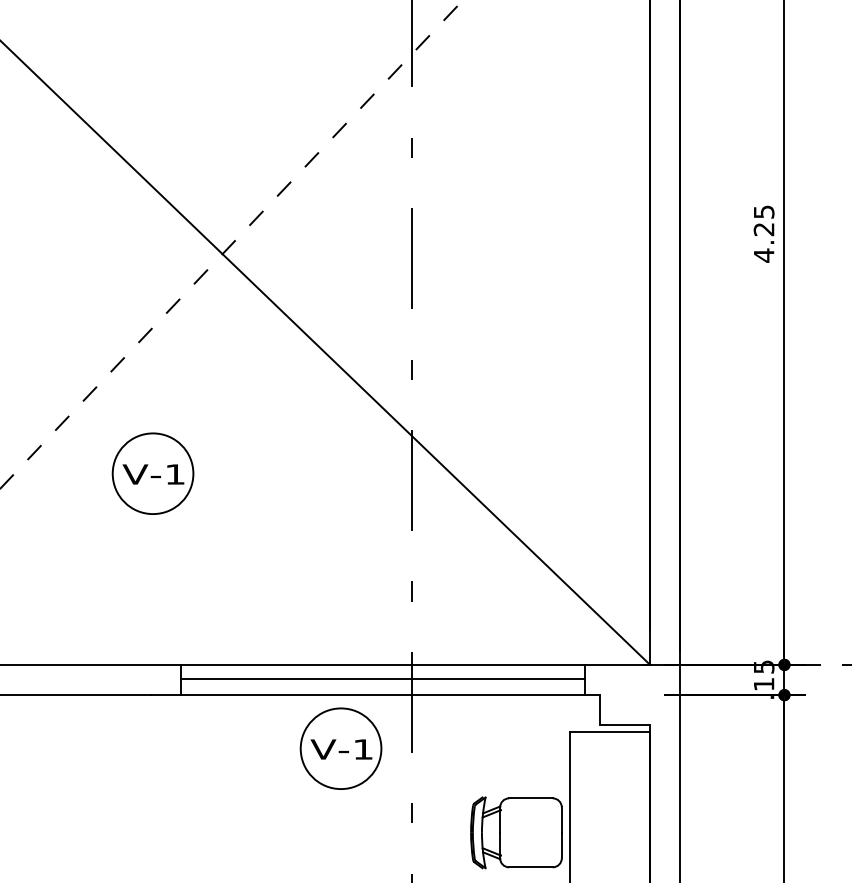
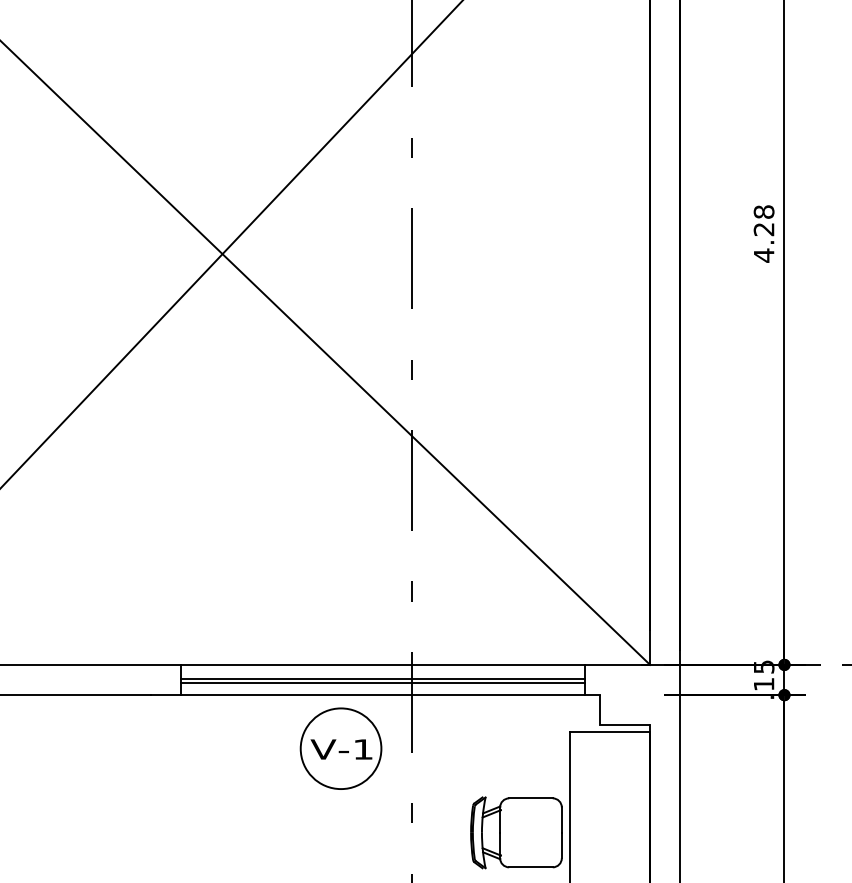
text at (763, 211): 4.25 -> 4.28
line at (232, 244): dashed -> solid
part at (152, 473): present -> none
line at (382, 682): none -> present
